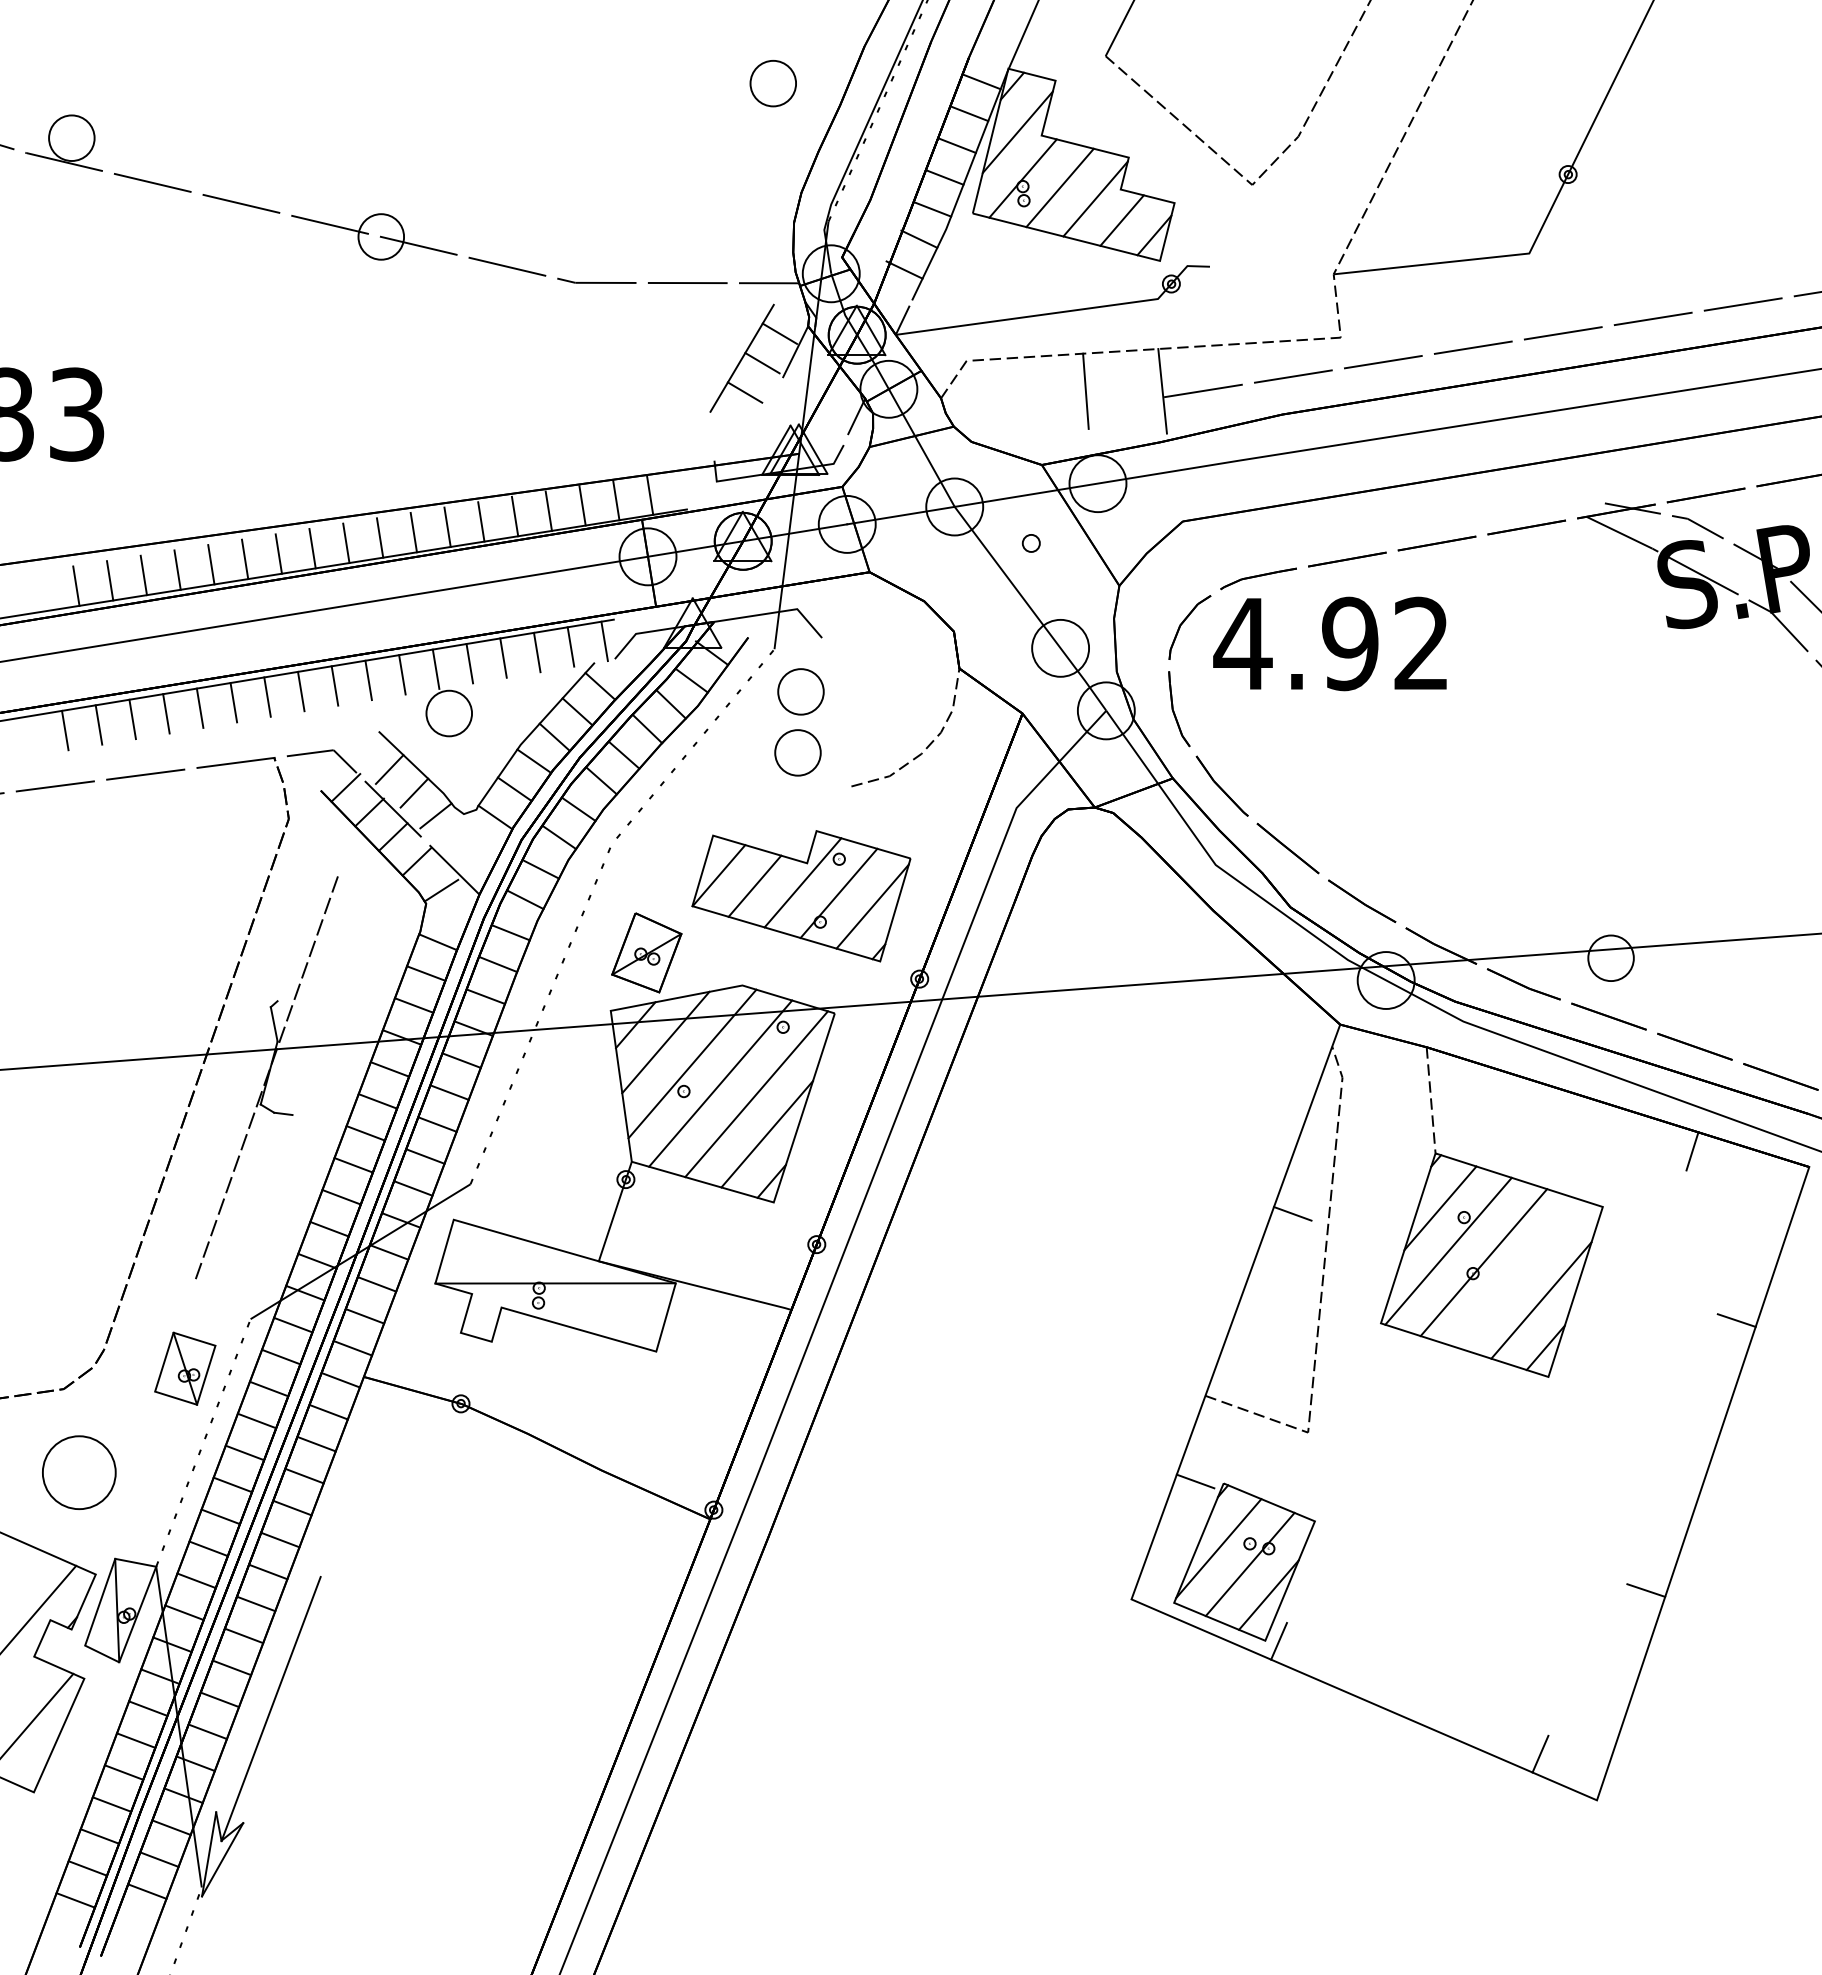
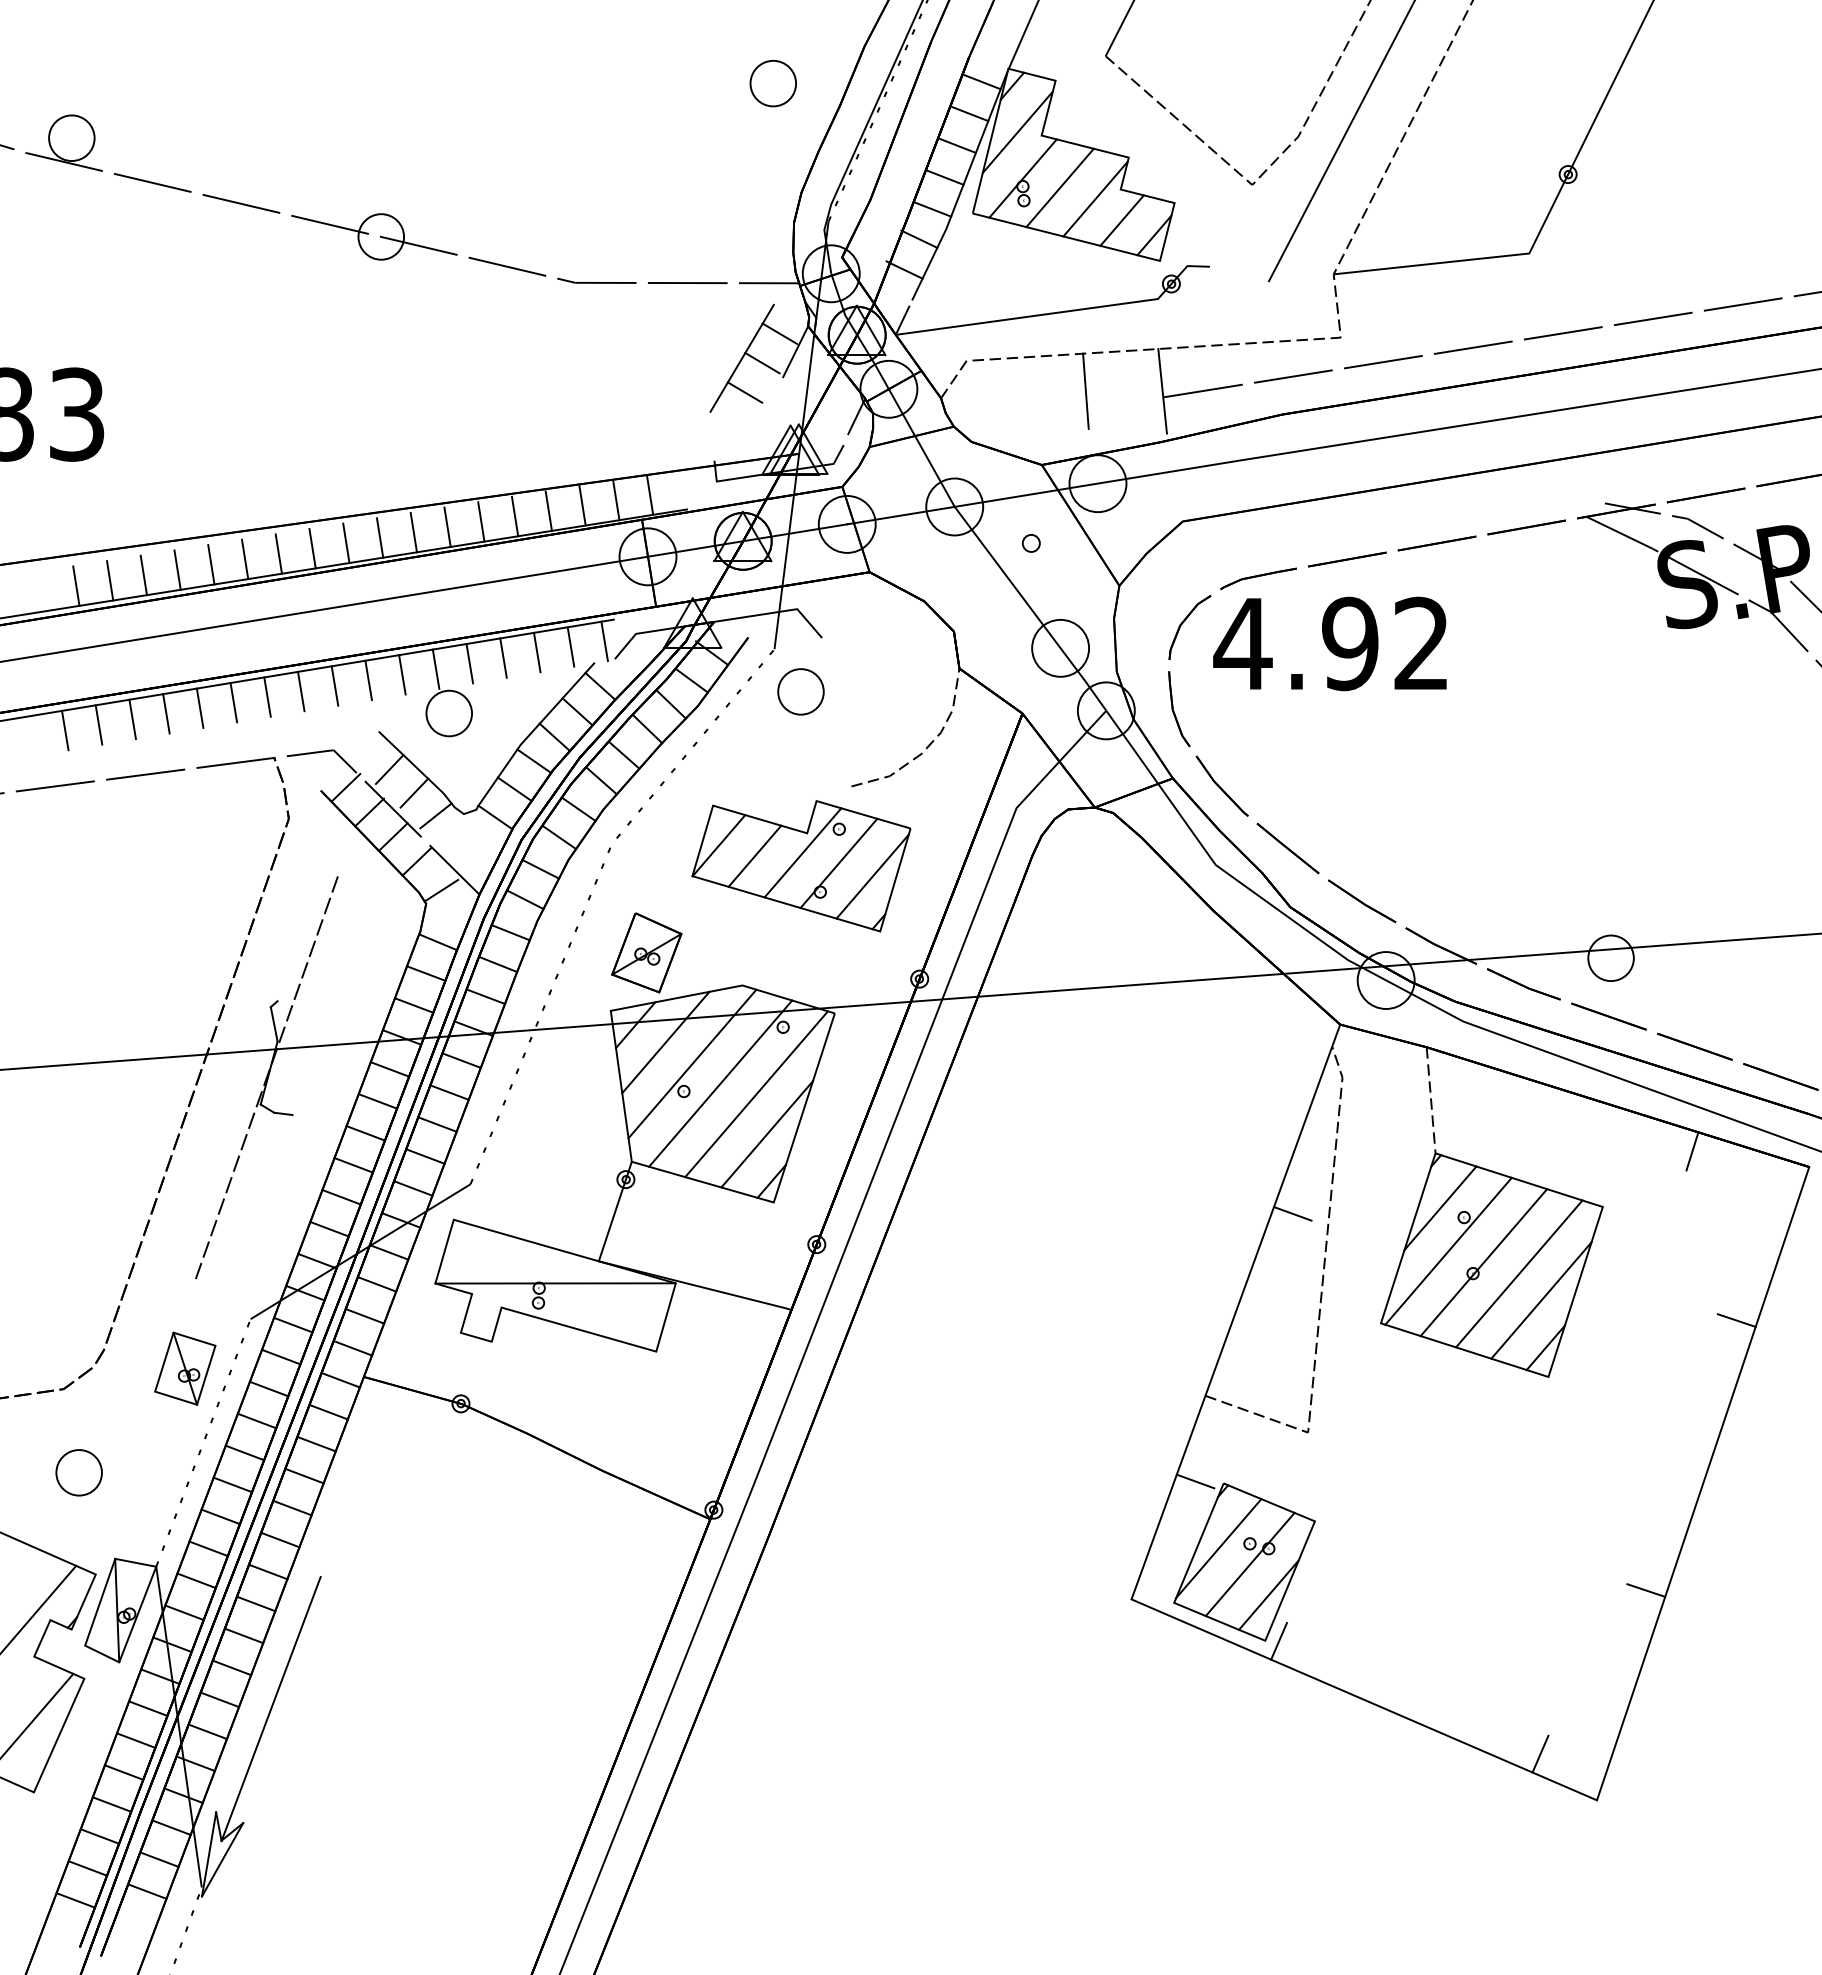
line at (1340, 141): none -> present
part at (797, 752): present -> none
part at (801, 896) position: (801, 896) -> (801, 866)
line at (1519, 1273): none -> present
part at (79, 1472) size: 75x75 px -> 48x48 px
